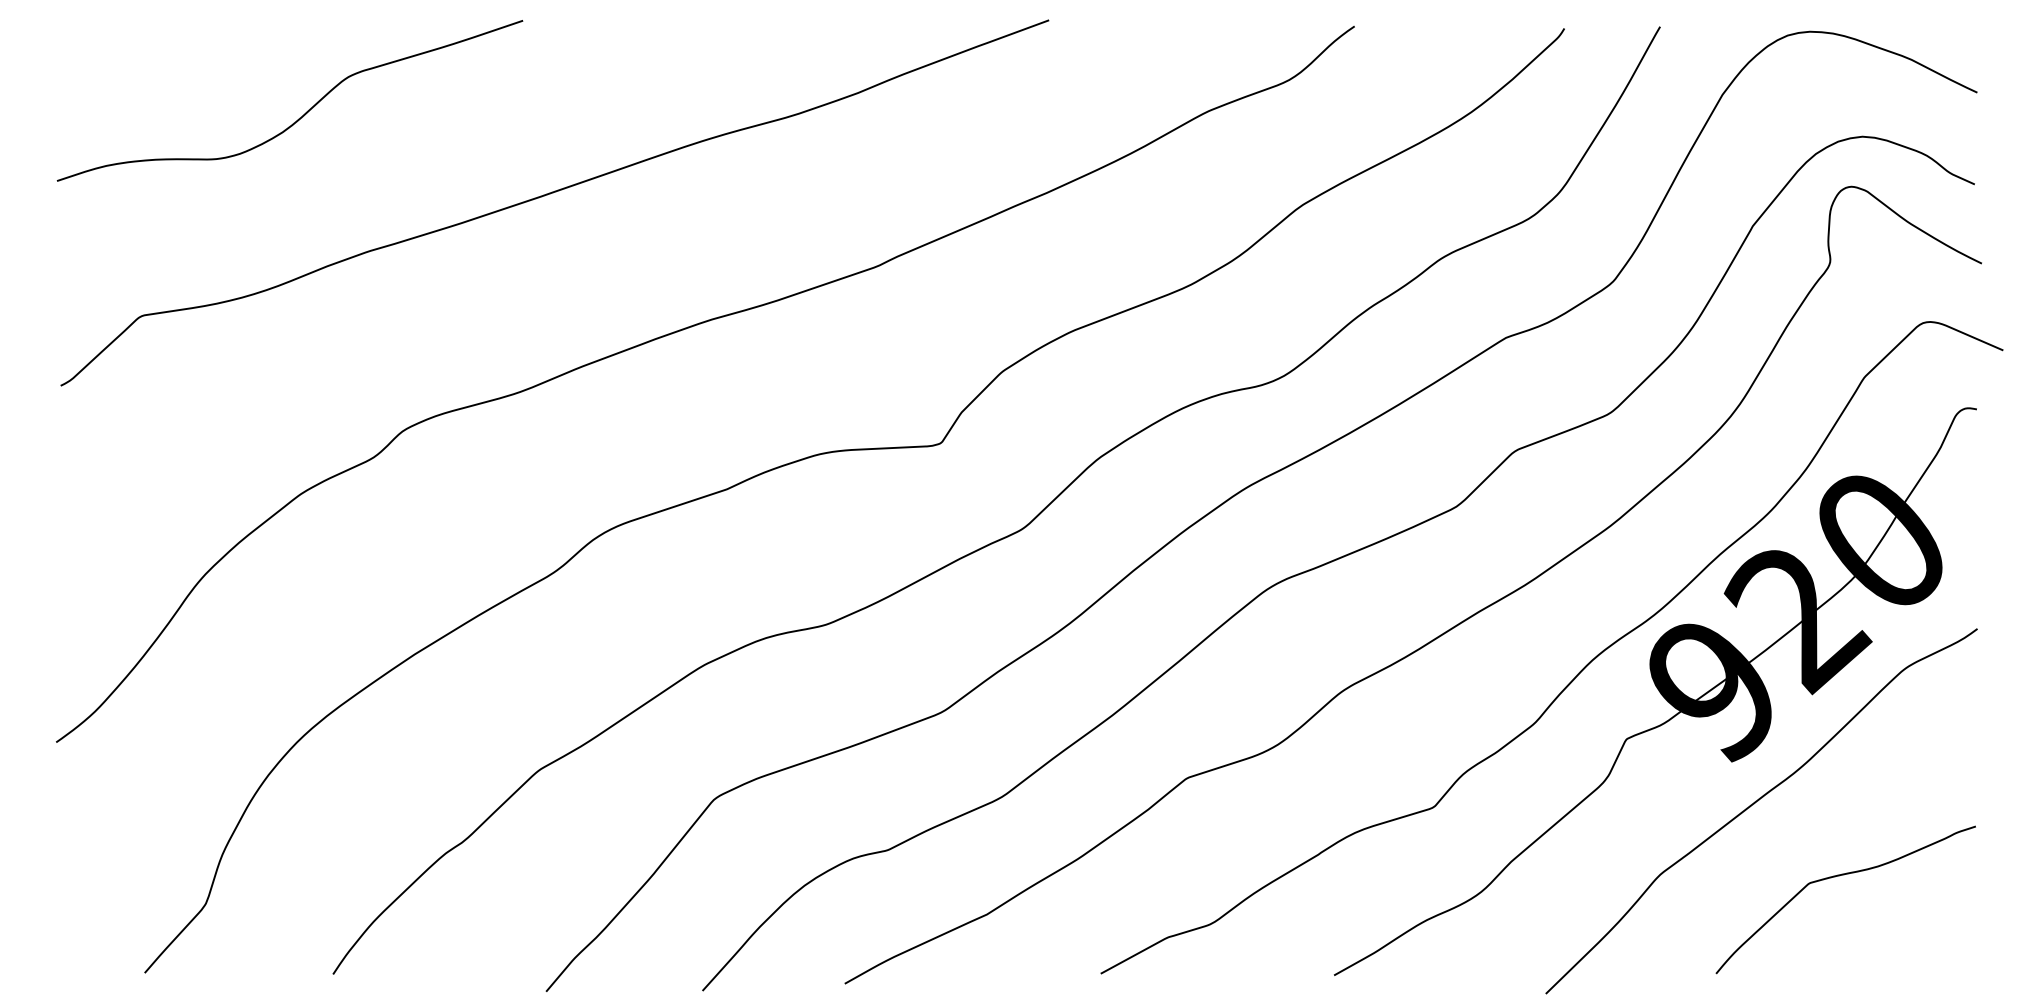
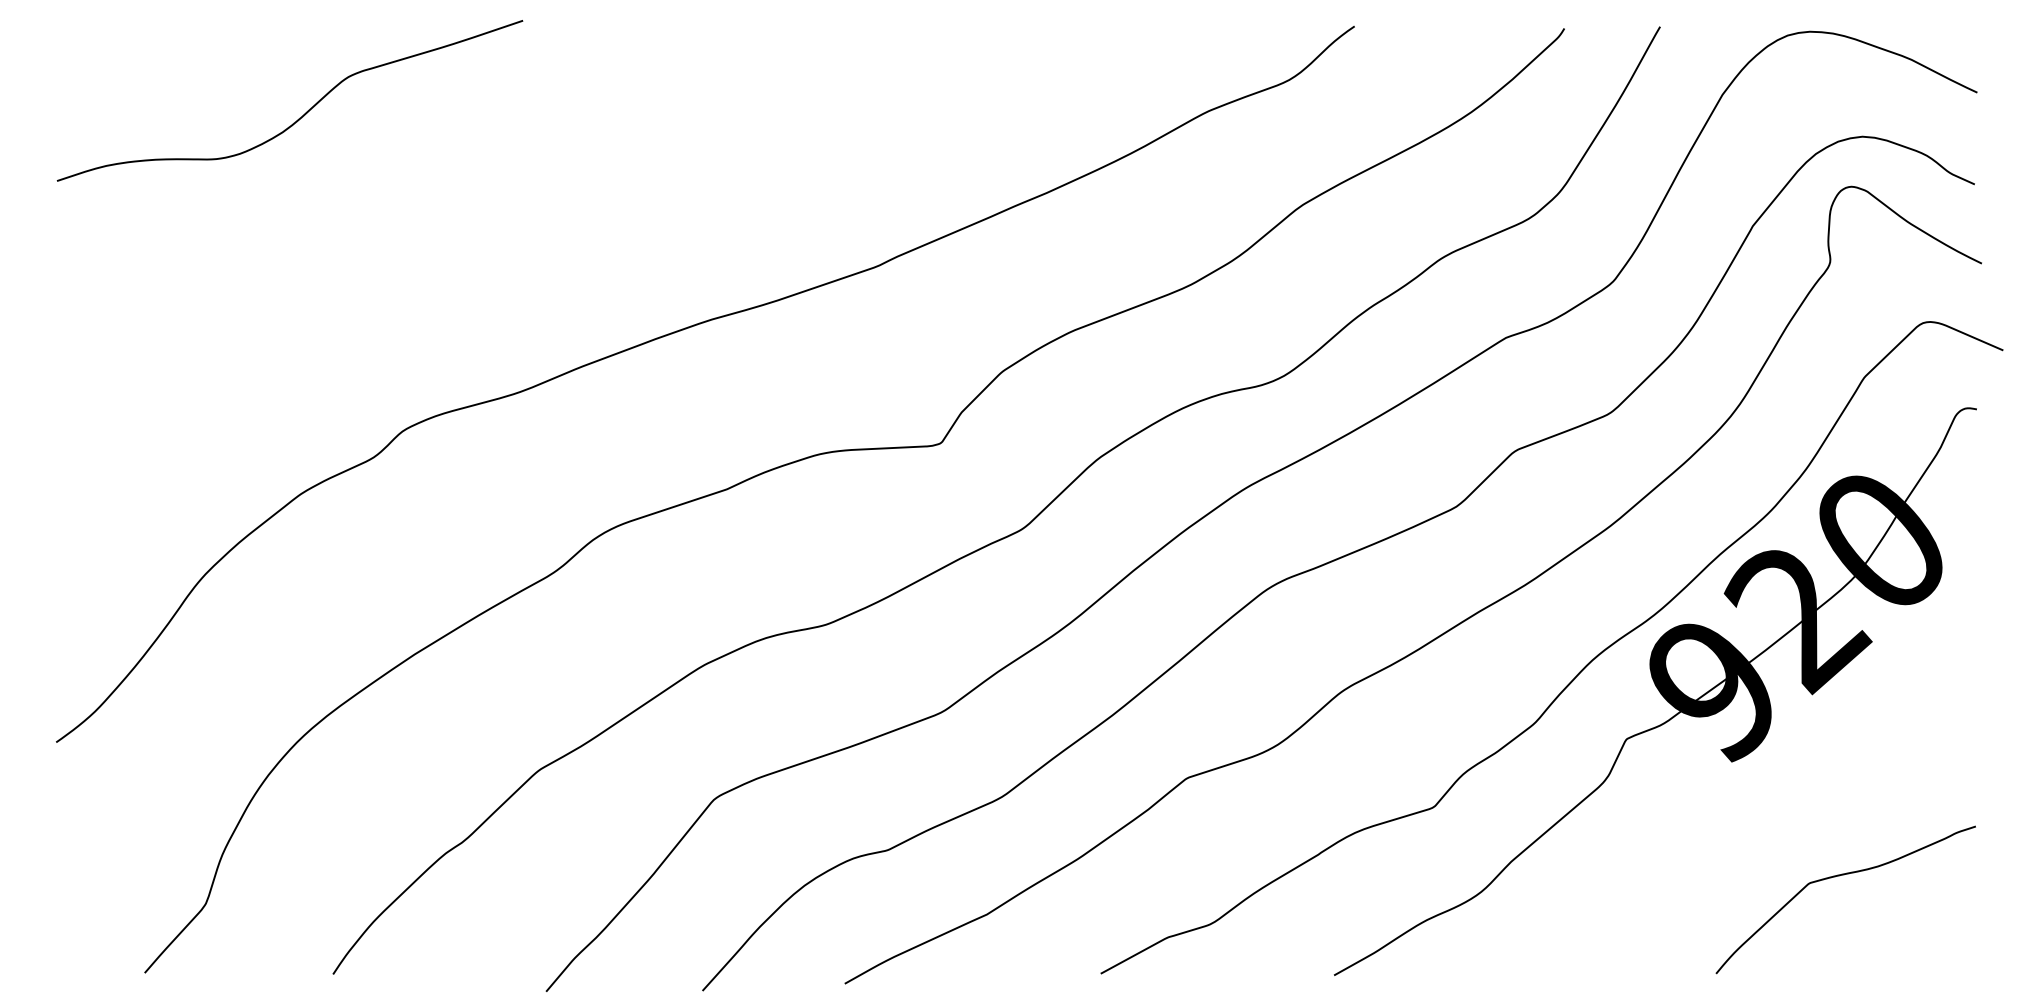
curve at (550, 194): present -> none
curve at (1754, 804): present -> none
